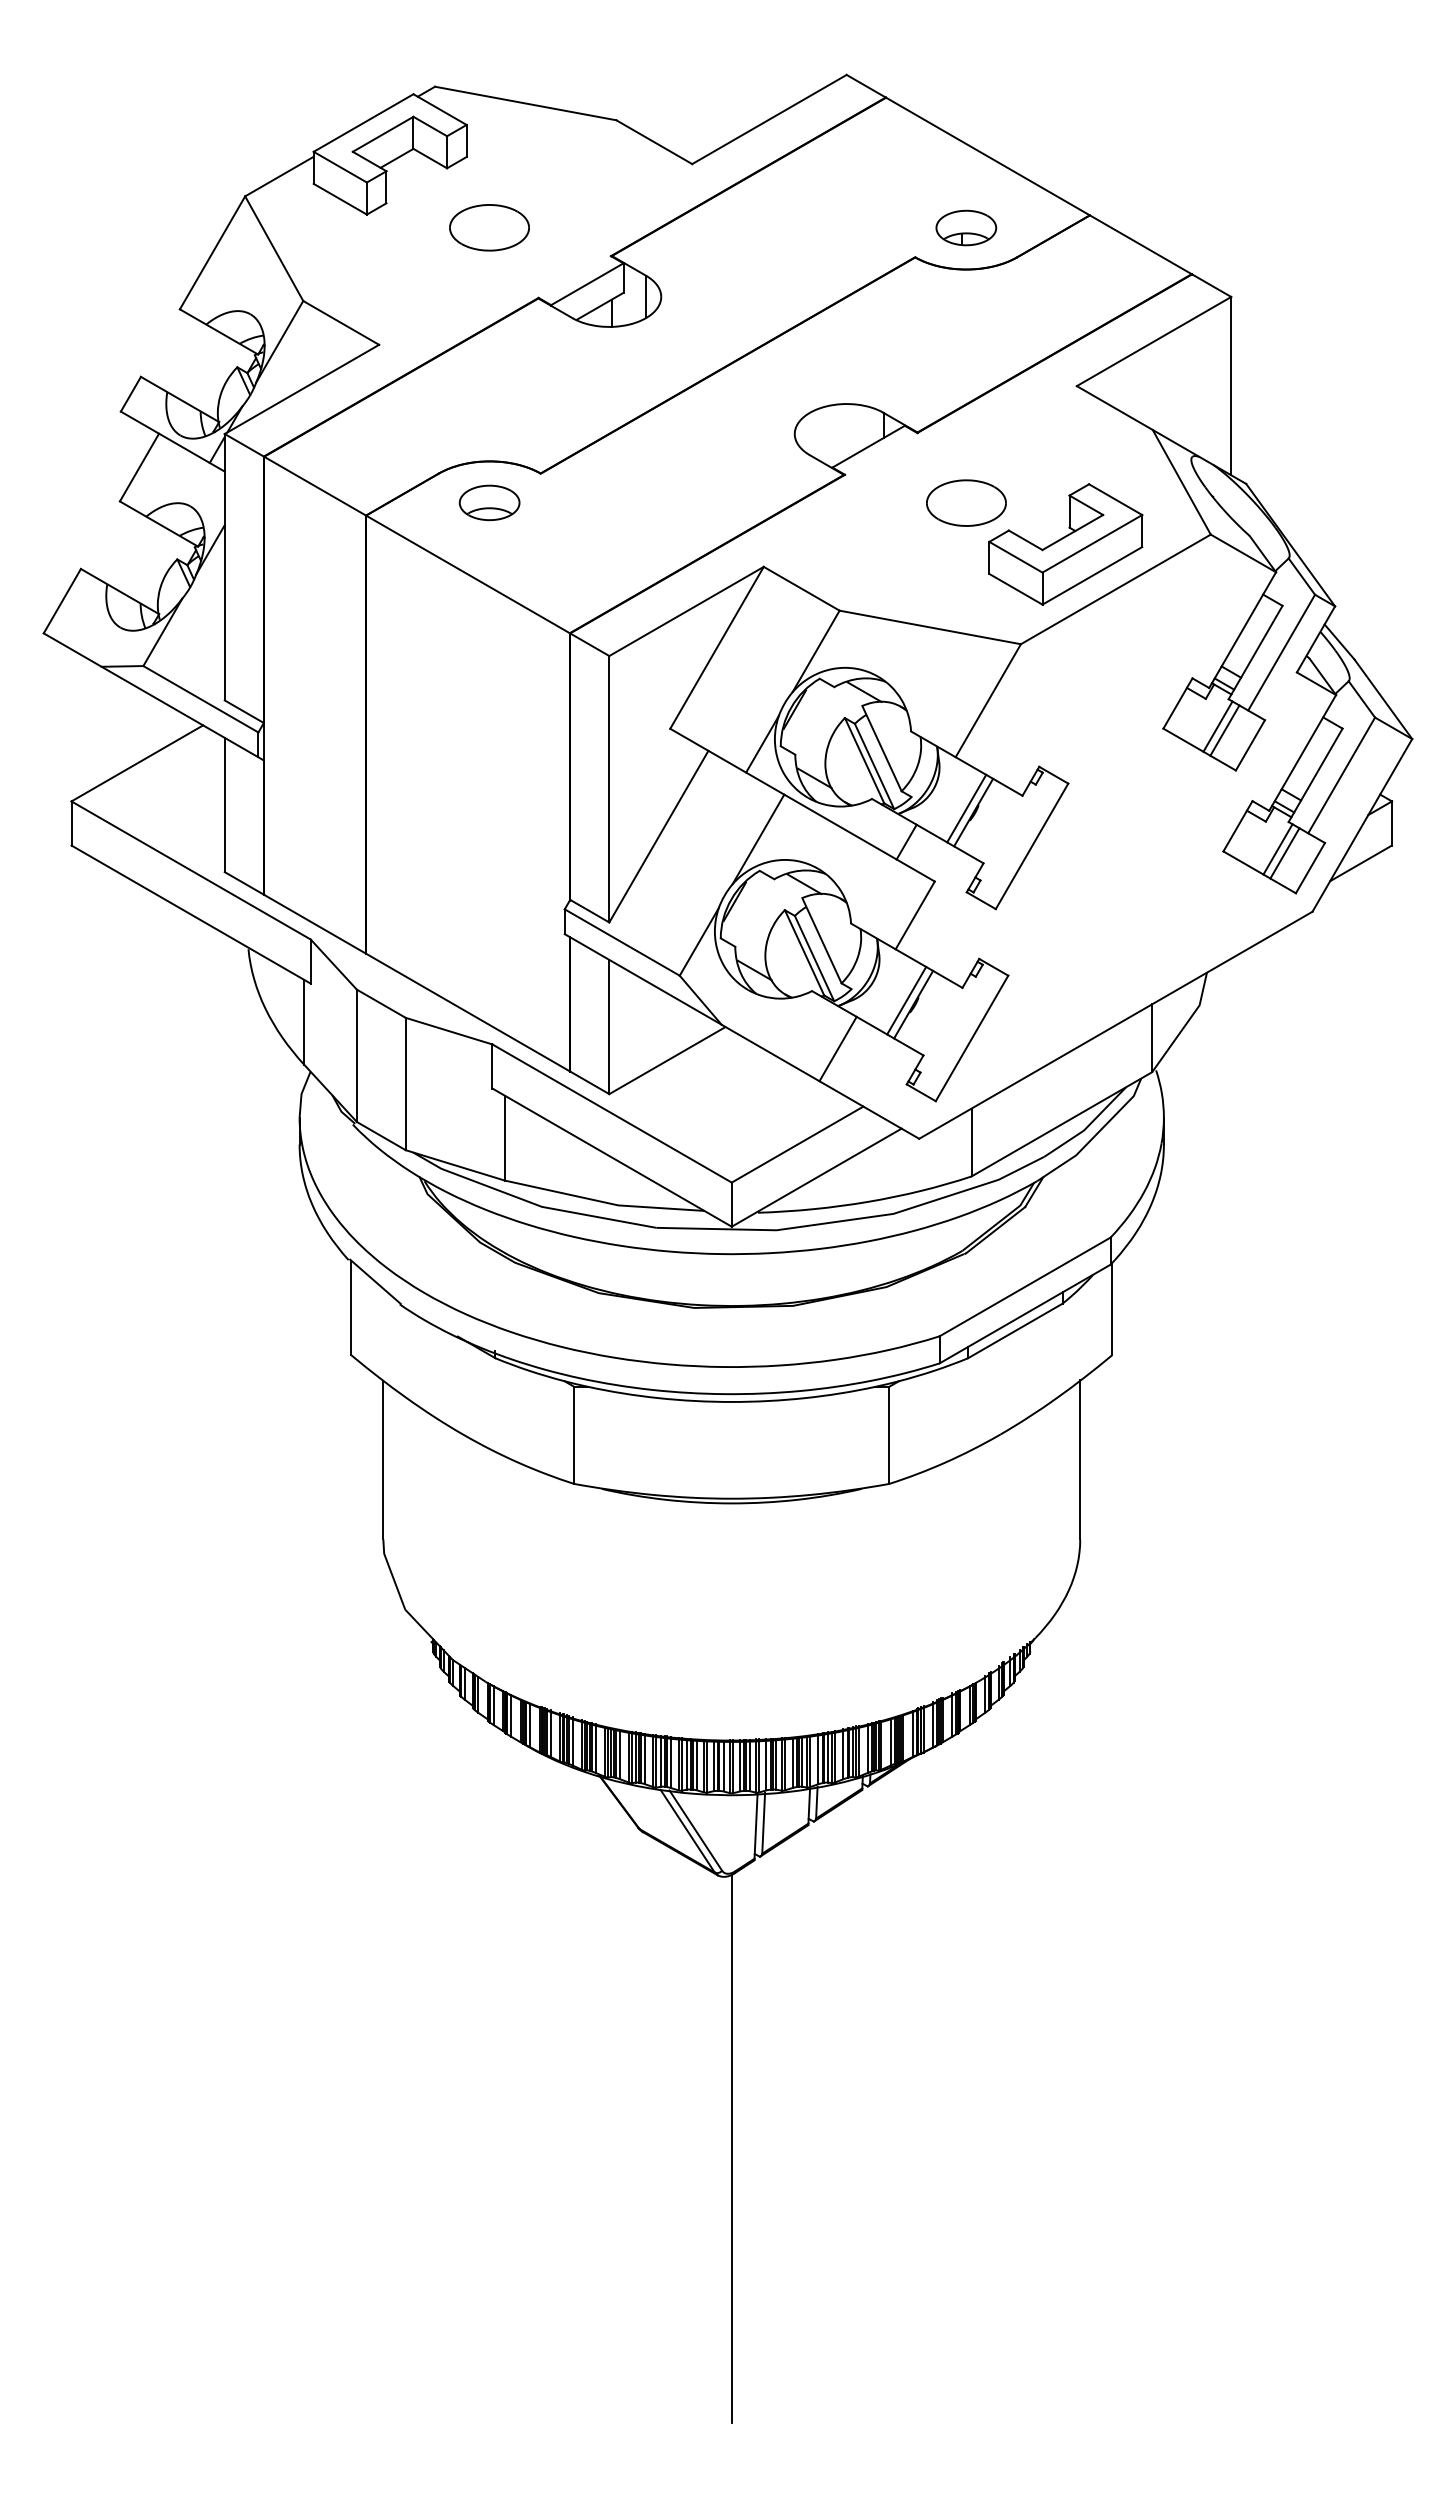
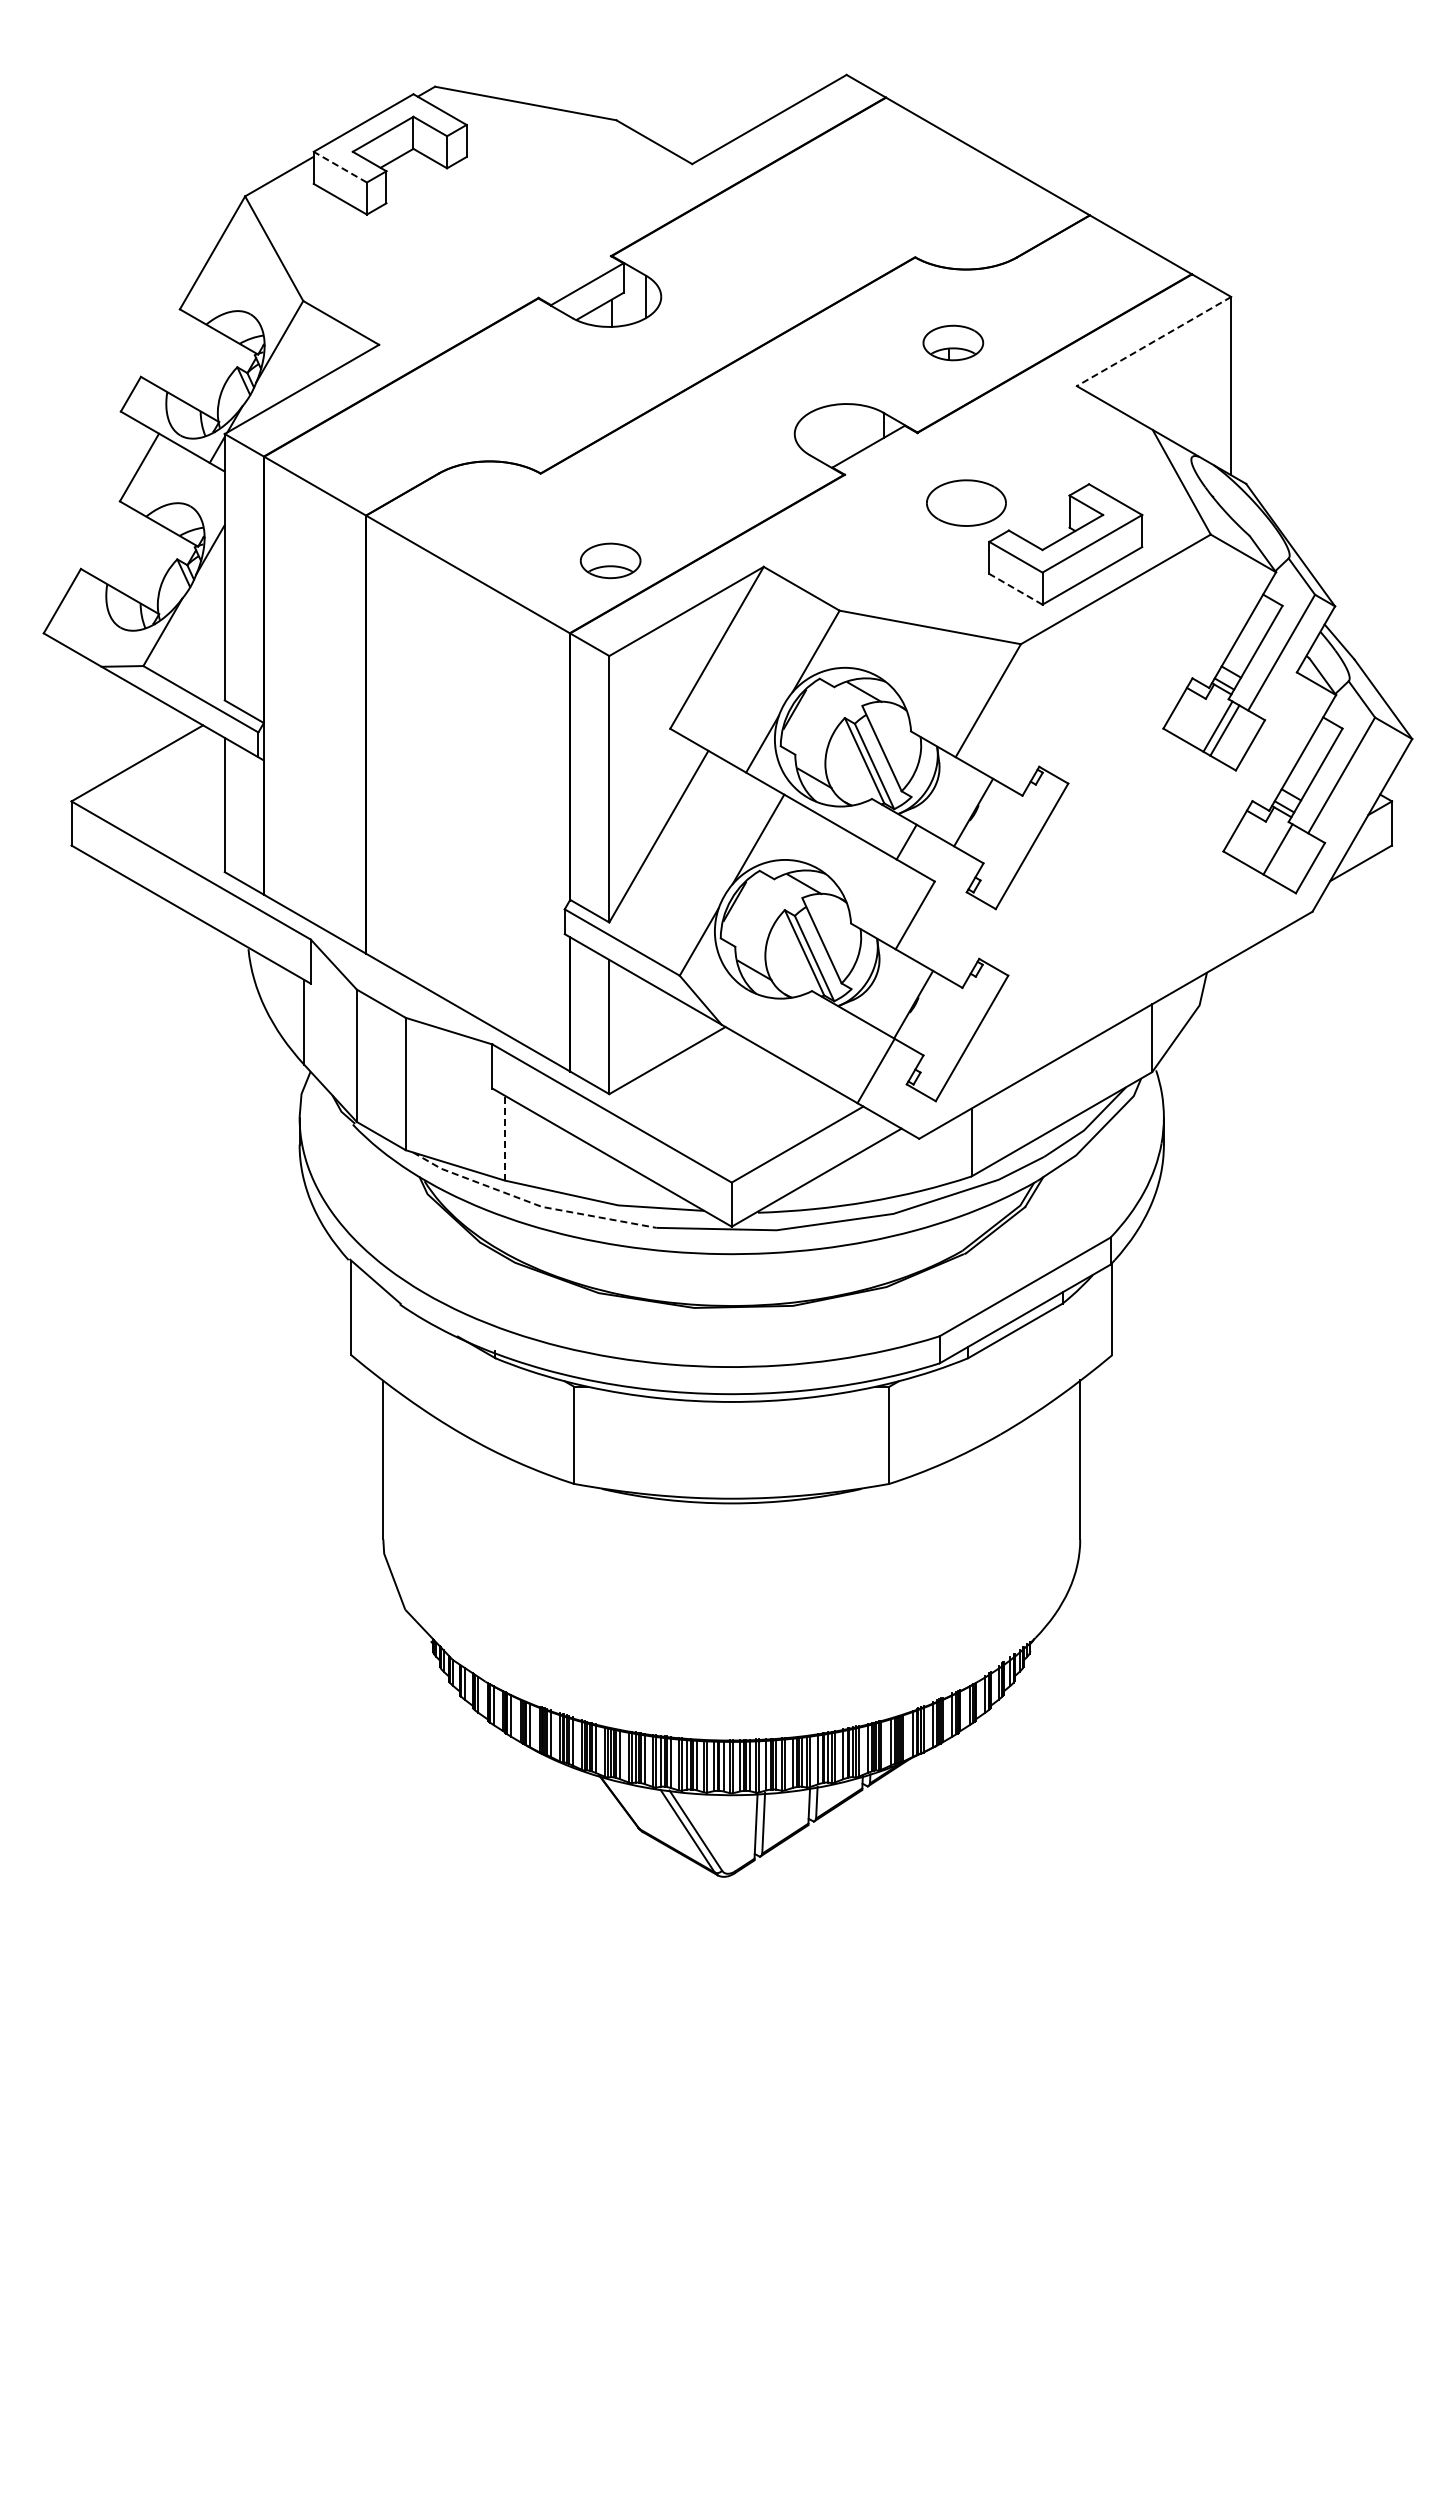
line at (340, 167): solid -> dashed
part at (489, 227): present -> none
part at (966, 227) position: (966, 227) -> (953, 342)
line at (1153, 341): solid -> dashed
part at (489, 502) position: (489, 502) -> (610, 560)
line at (1015, 589): solid -> dashed
line at (966, 808): present -> none
line at (1284, 853): present -> none
line at (906, 1000): present -> none
line at (837, 1048) position: (837, 1048) -> (875, 1070)
line at (504, 1137): solid -> dashed
line at (530, 1202): solid -> dashed
line at (731, 2148): present -> none
